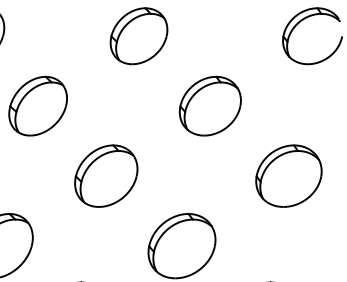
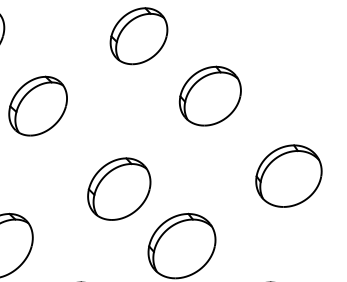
part at (303, 20): present -> none
part at (209, 105) position: (209, 105) -> (209, 95)
part at (106, 175) position: (106, 175) -> (119, 188)
